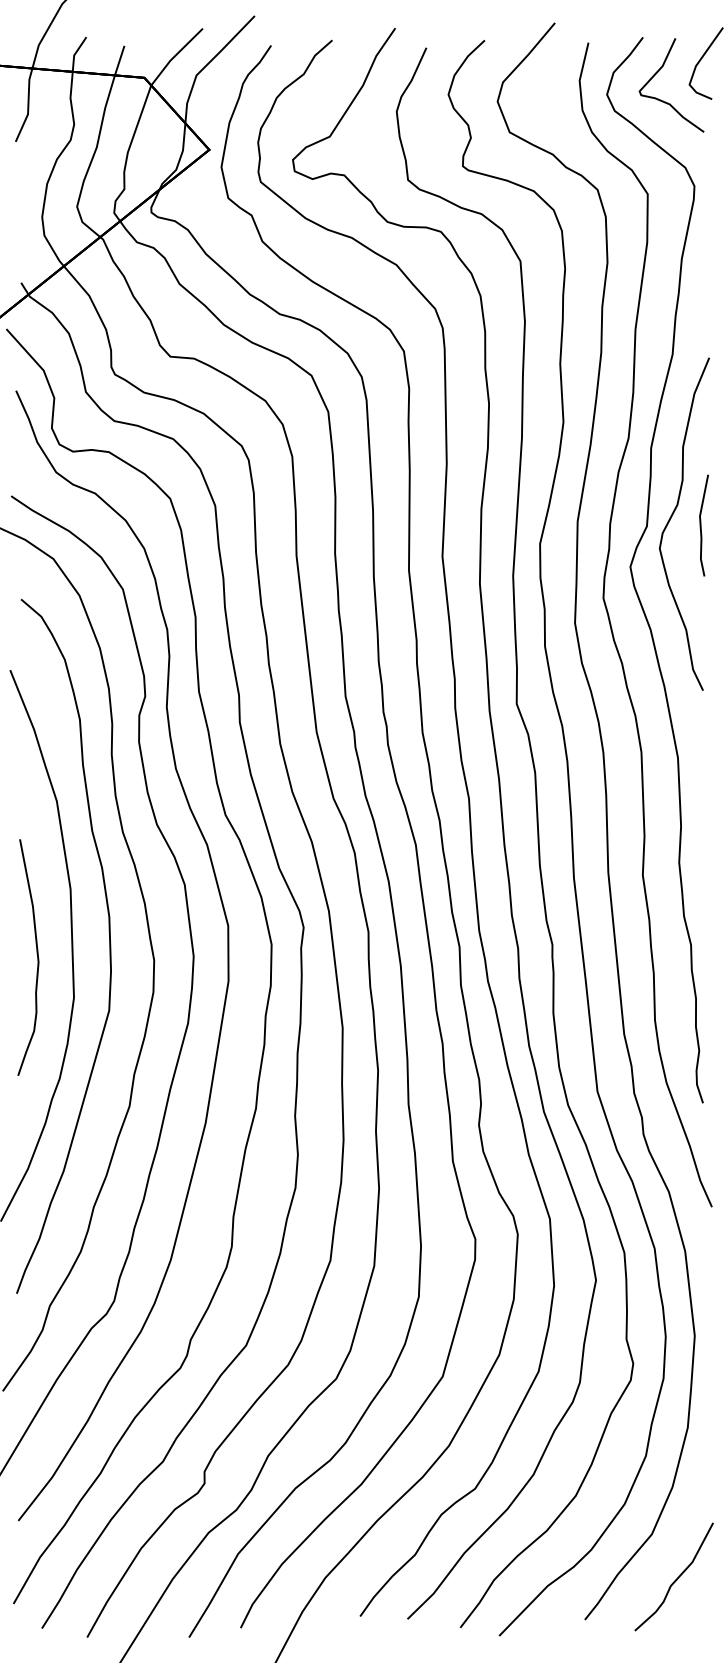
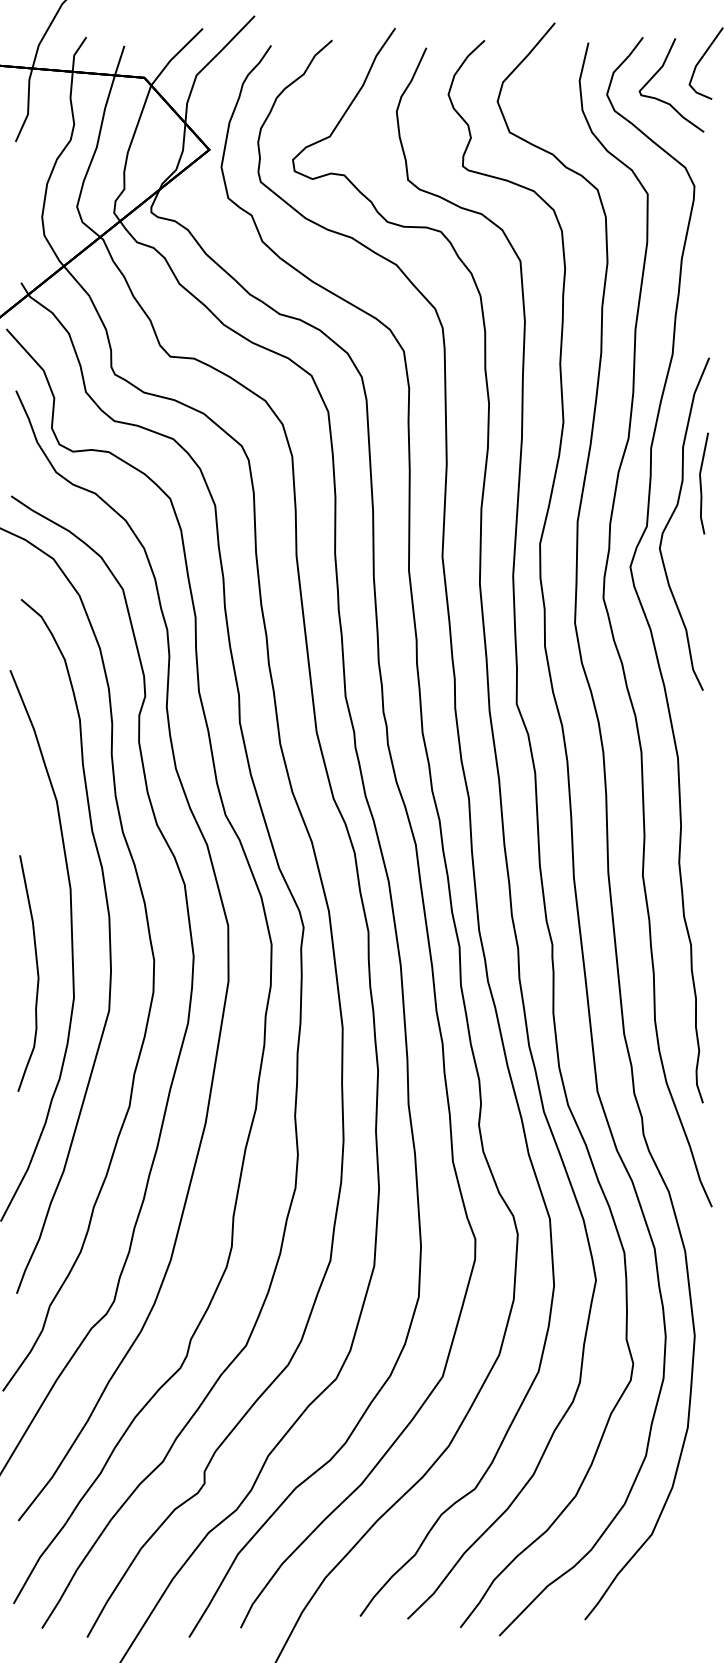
line at (701, 525) position: (701, 525) -> (701, 483)
curve at (36, 954) position: (36, 954) -> (36, 970)
curve at (676, 1578): present -> none
